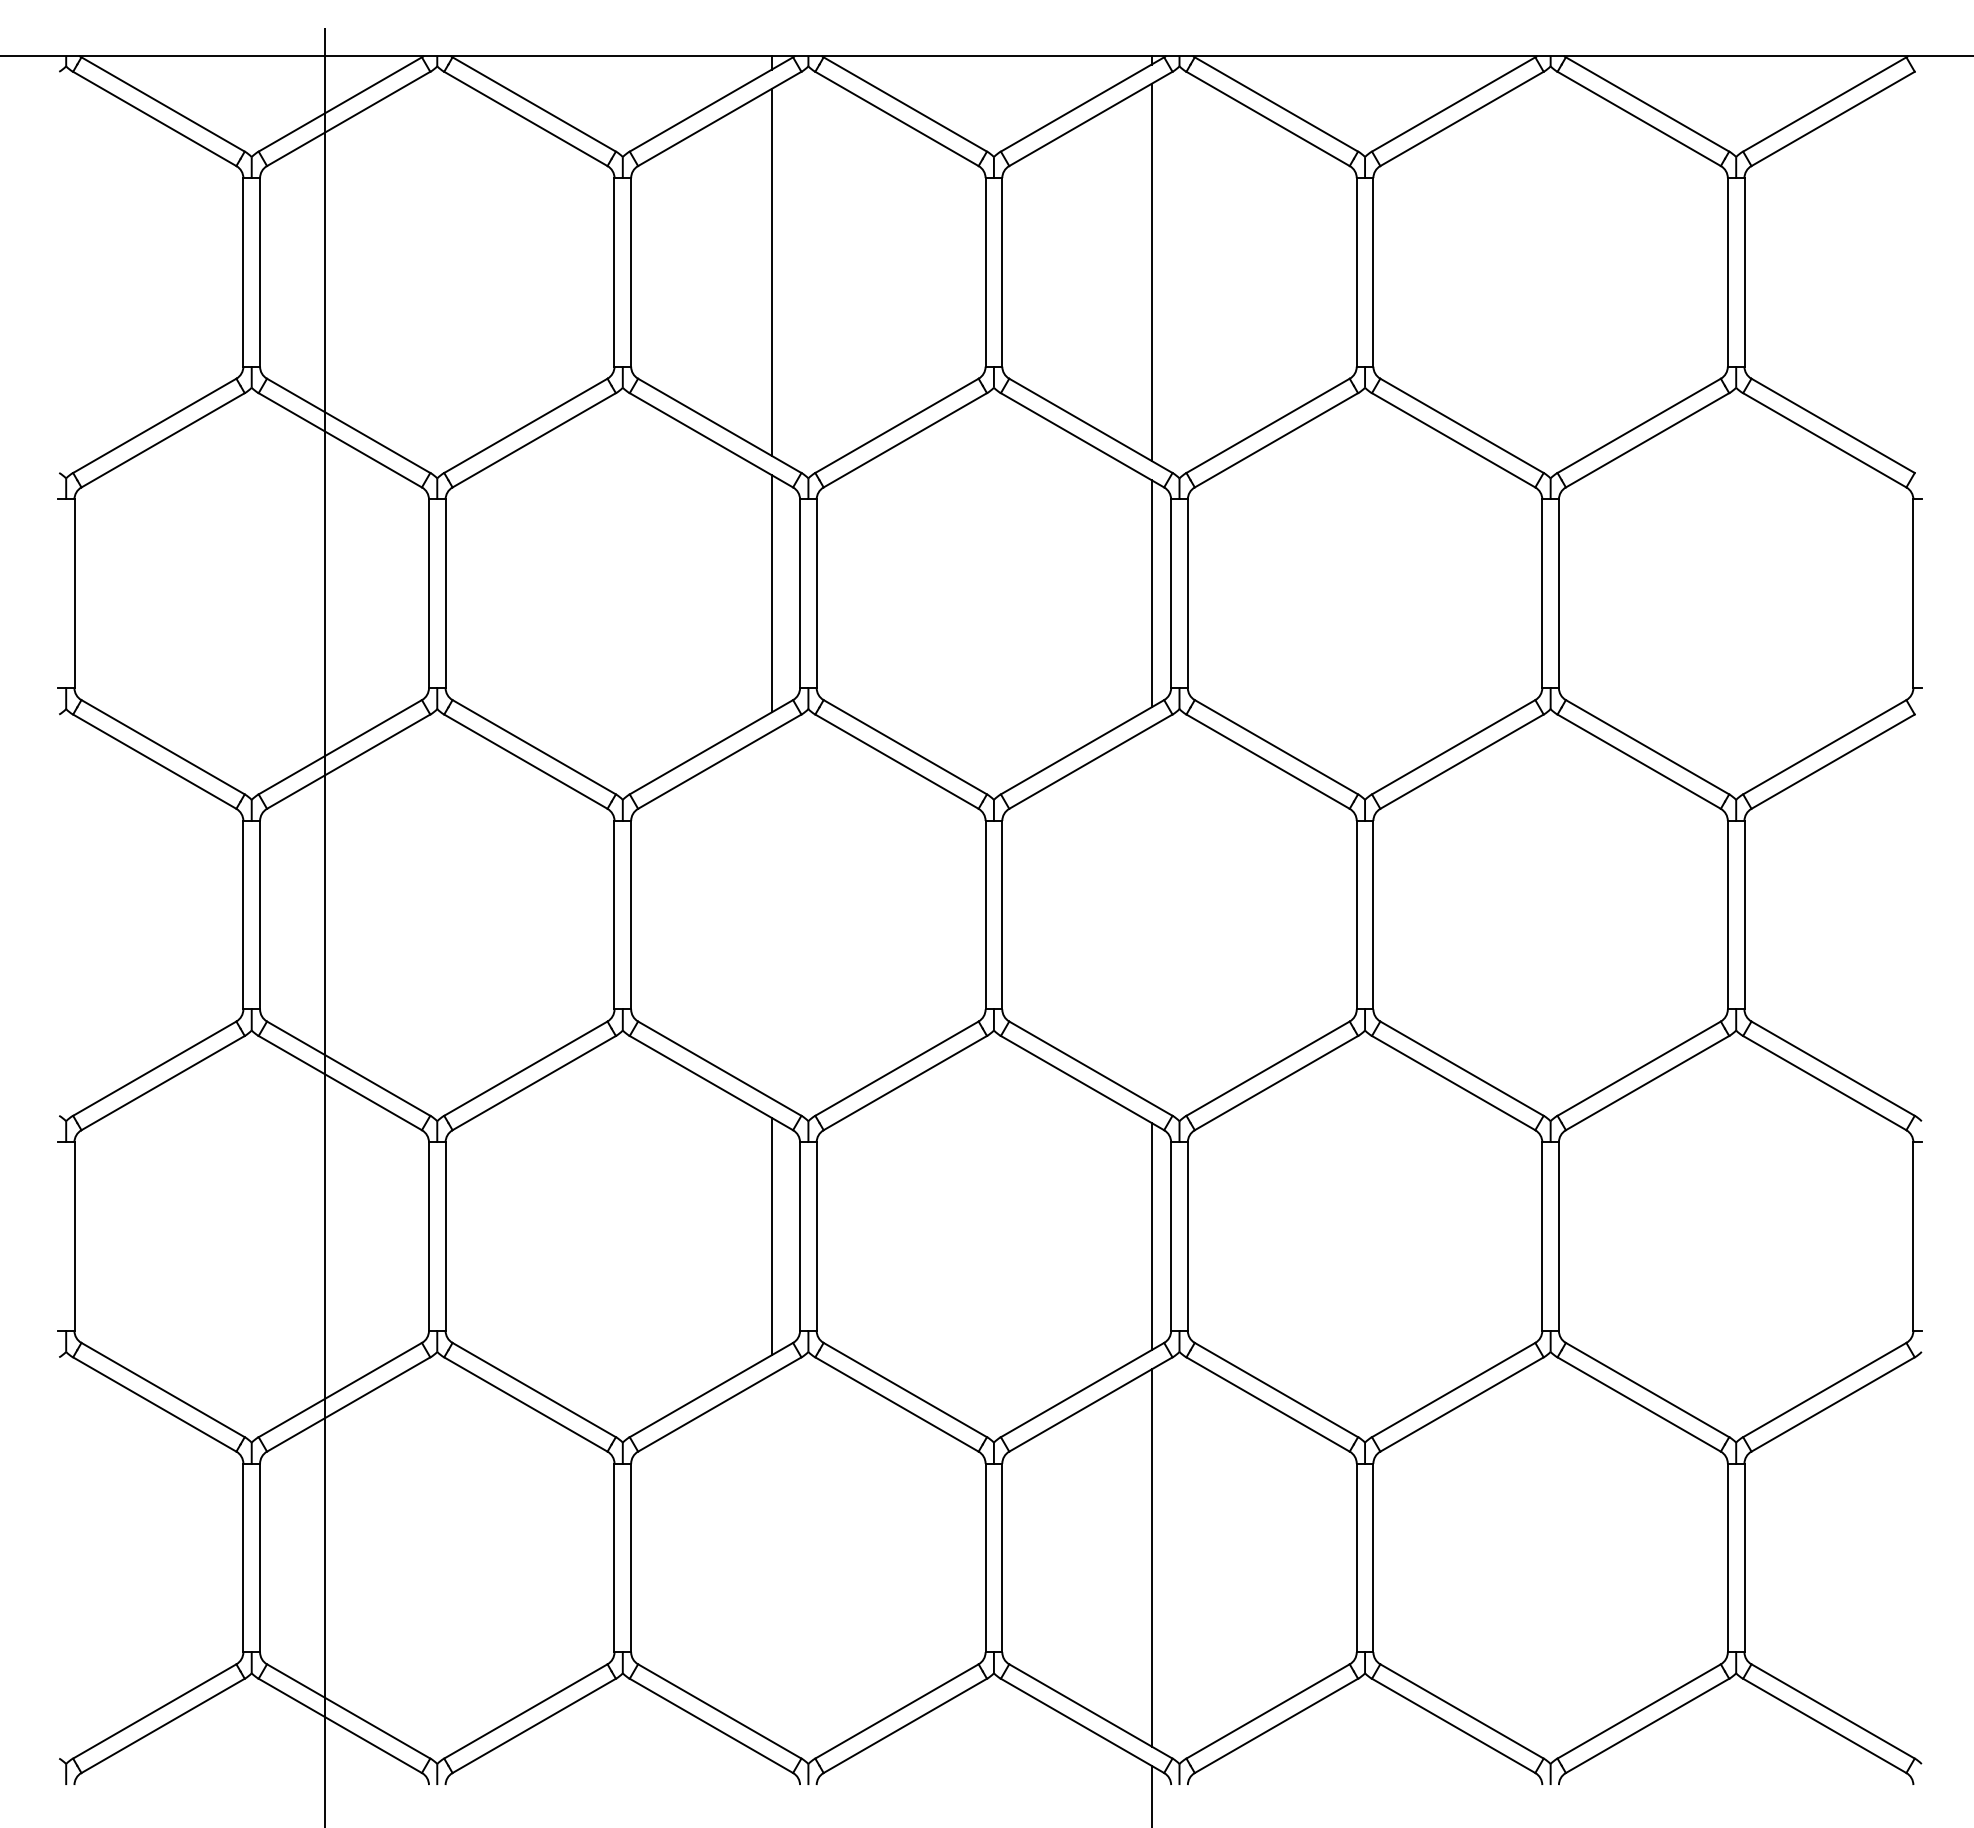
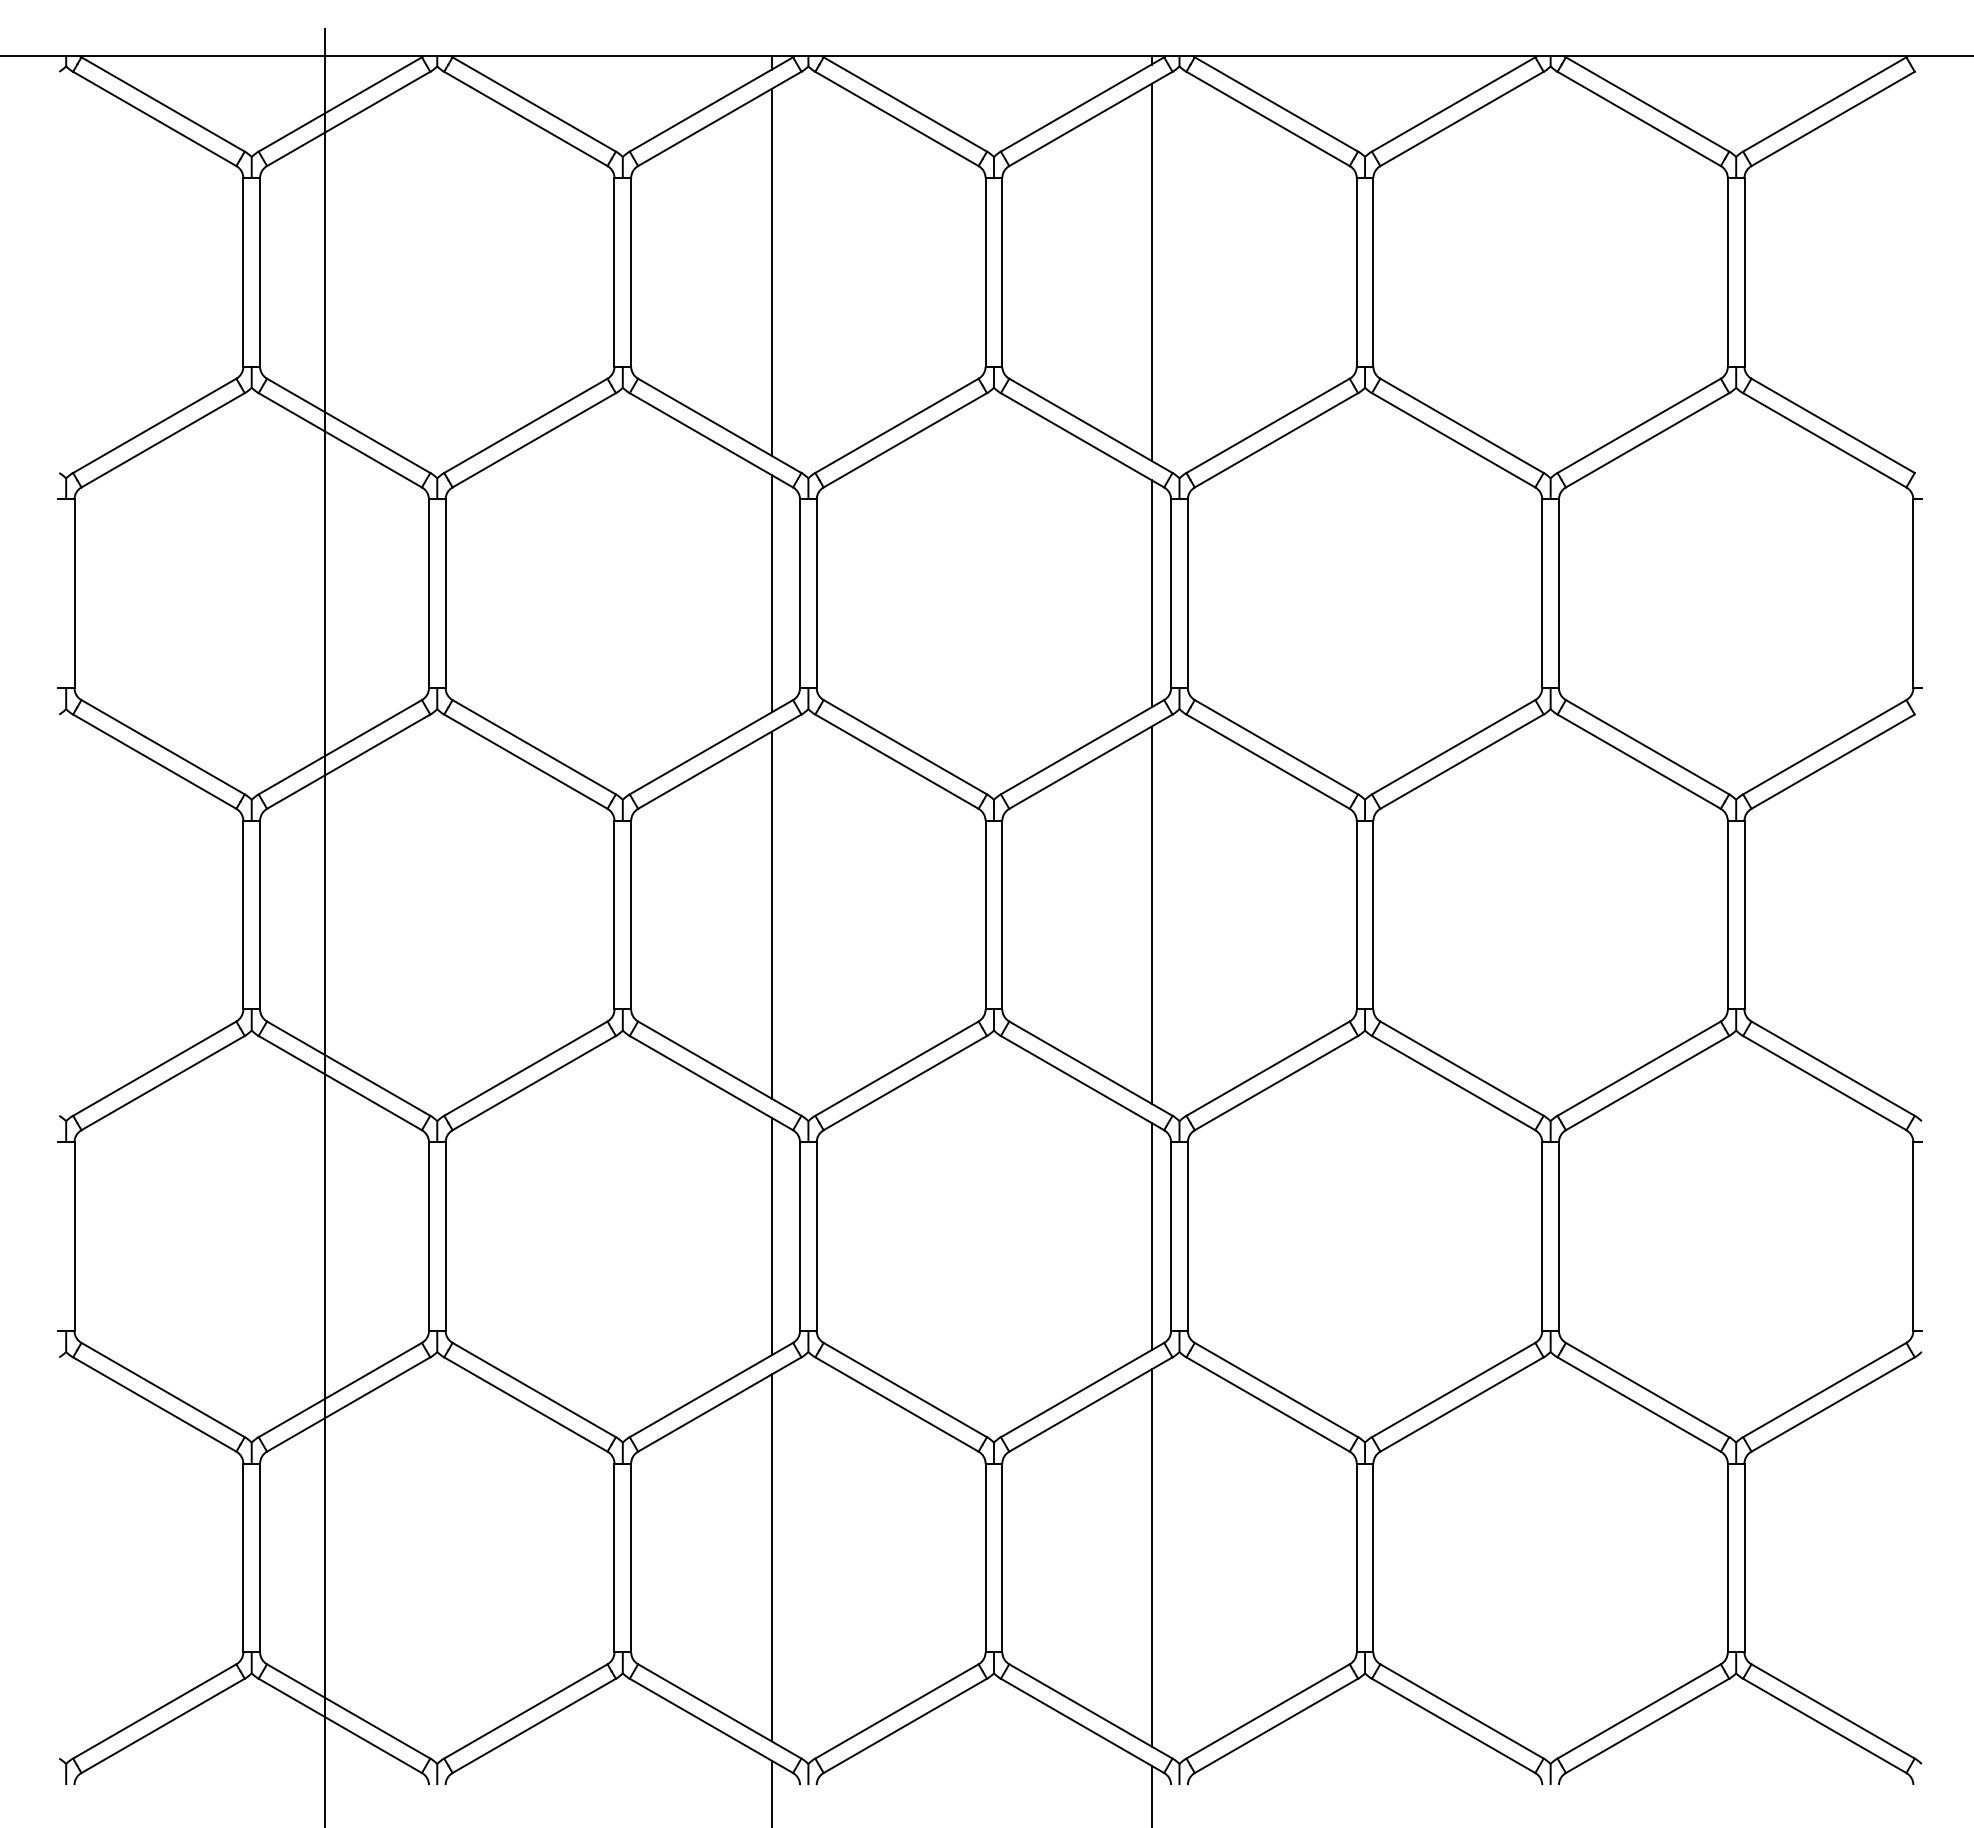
line at (771, 914): none -> present
line at (1151, 914): none -> present
line at (771, 1557): none -> present
line at (771, 1792): none -> present
